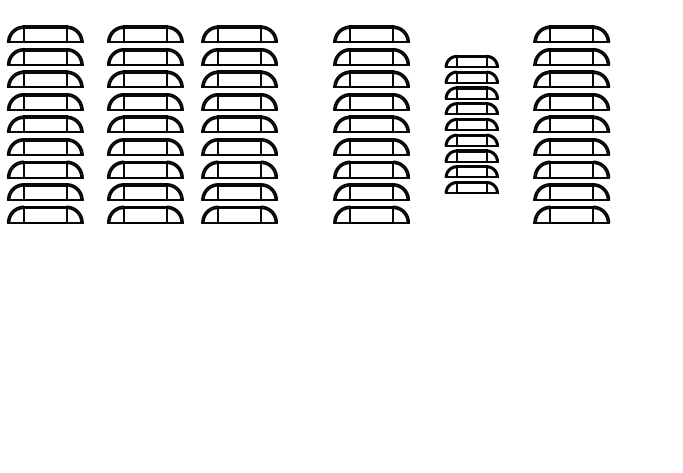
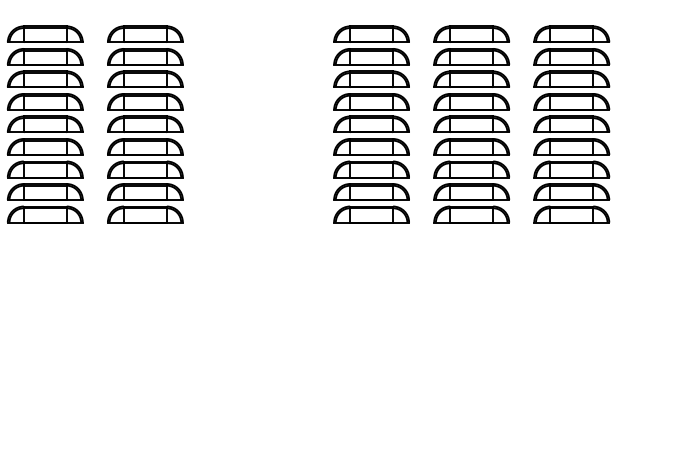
part at (471, 123) size: 55x140 px -> 78x199 px
part at (239, 124): present -> none
